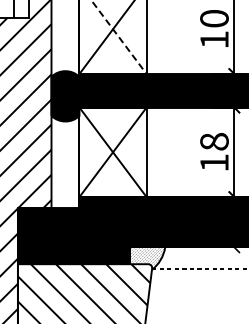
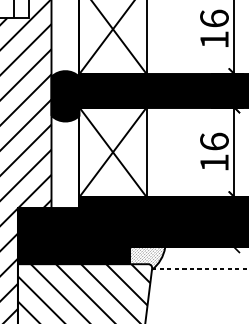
text at (214, 18): 10 -> 16
line at (119, 37): dashed -> solid
text at (214, 141): 18 -> 16
